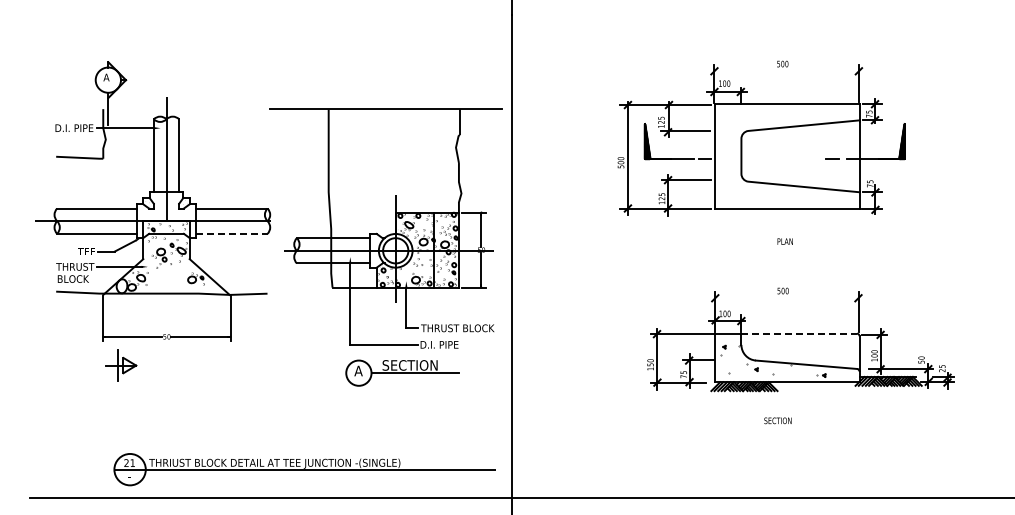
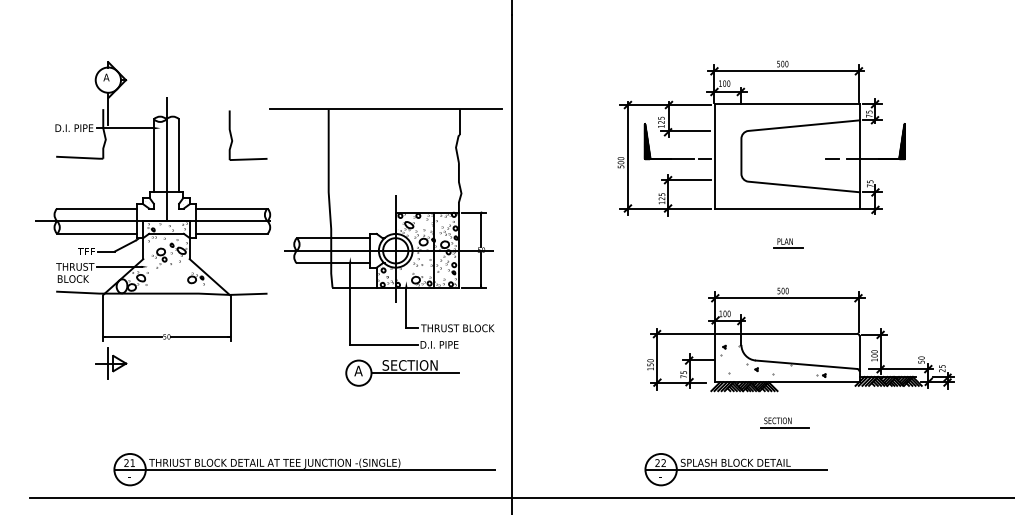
line at (786, 71): none -> present
part at (232, 136): none -> present
line at (231, 233): dashed -> solid
line at (788, 247): none -> present
line at (786, 298): none -> present
line at (799, 333): dashed -> solid
part at (121, 365) position: (121, 365) -> (111, 363)
line at (784, 428): none -> present
part at (735, 469): none -> present
